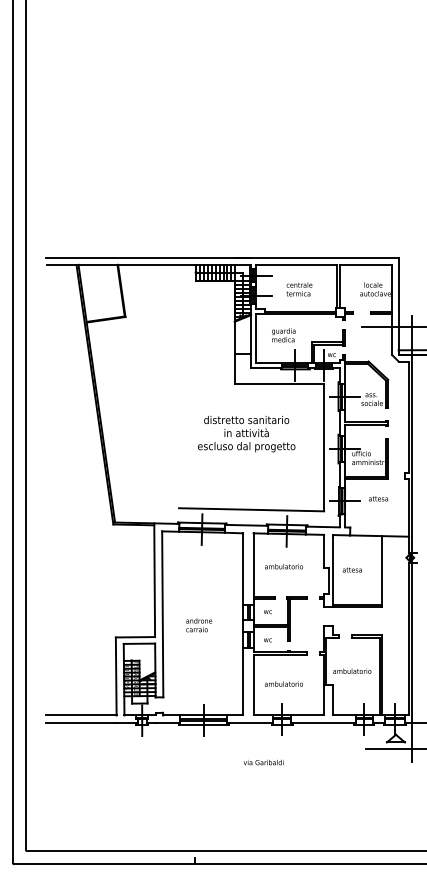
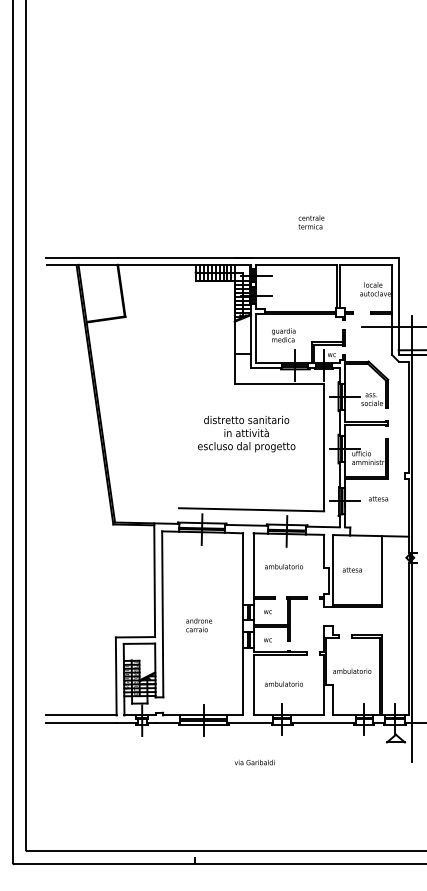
text at (299, 289) position: (299, 289) -> (311, 222)
line at (394, 749): present -> none
text at (263, 762) position: (263, 762) -> (254, 762)
